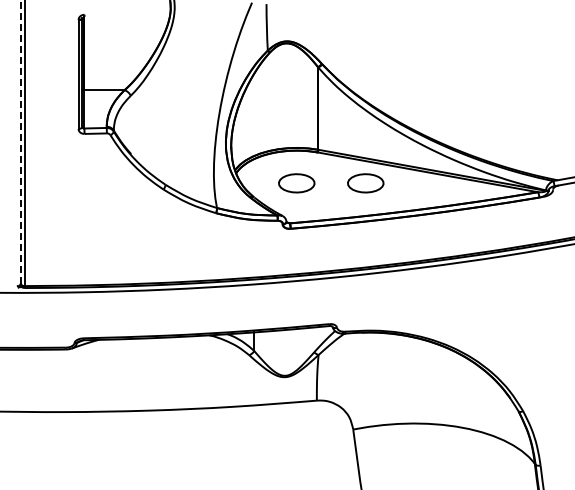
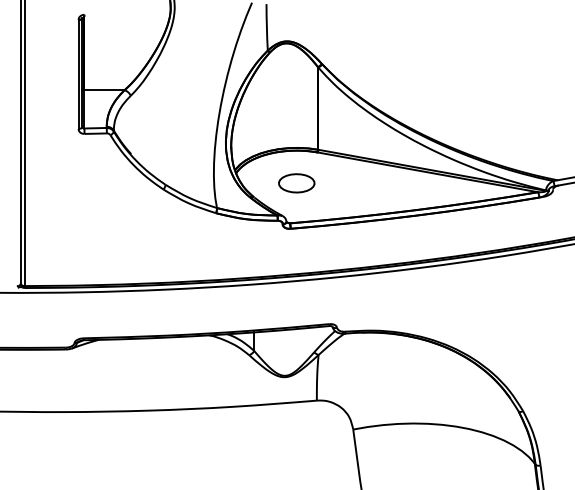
line at (20, 142): dashed -> solid
part at (365, 183): present -> none
